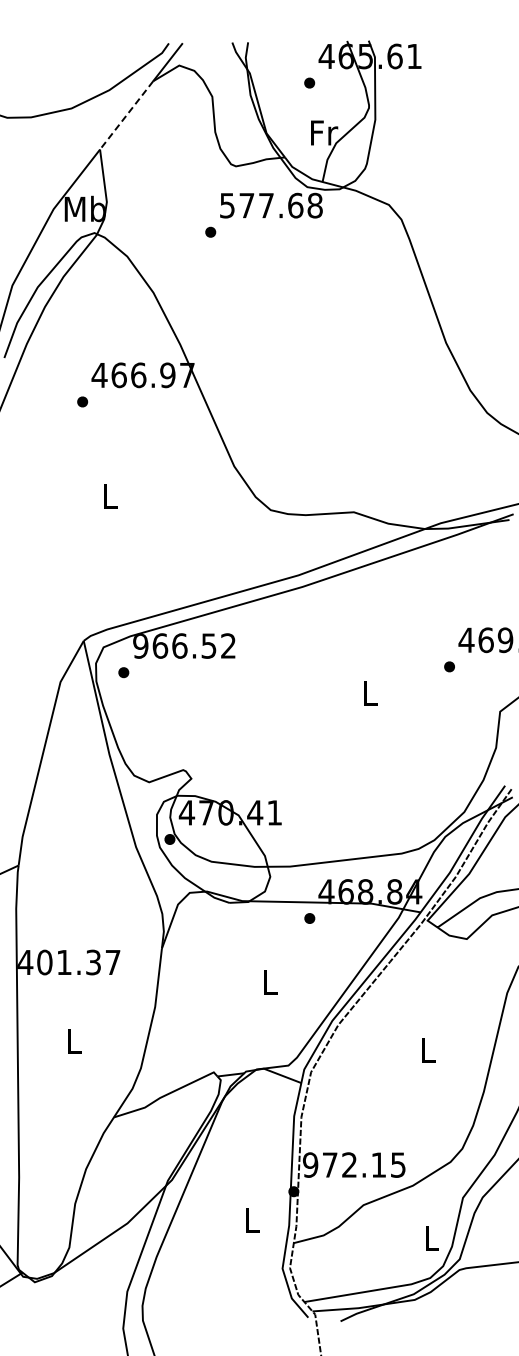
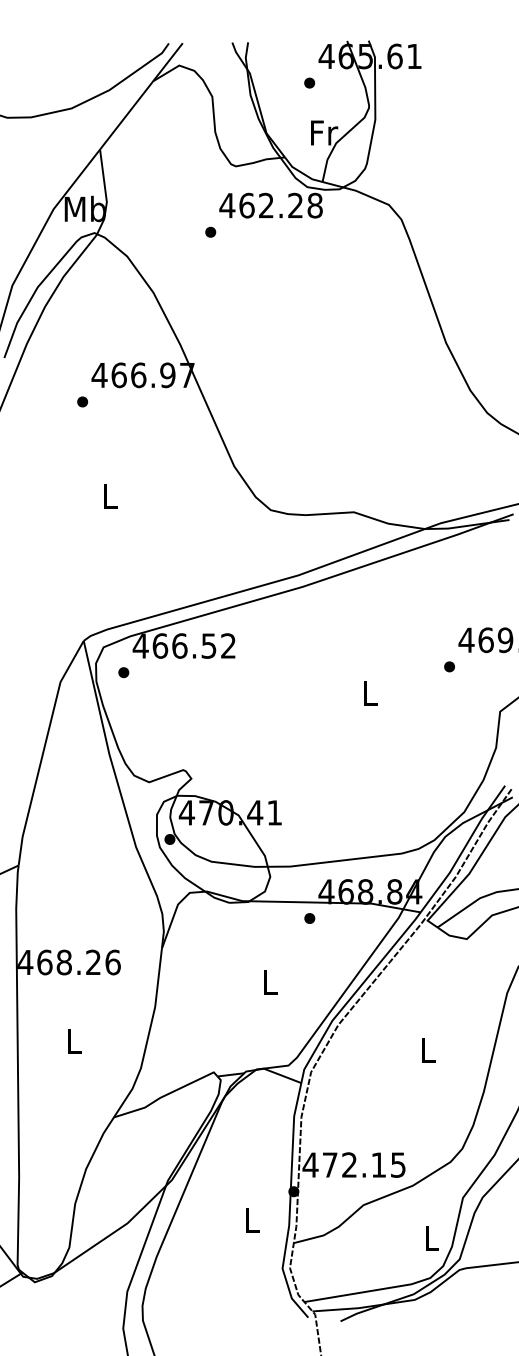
line at (126, 115): dashed -> solid
text at (261, 205): 577.68 -> 462.28
text at (140, 645): 966.52 -> 466.52
text at (78, 962): 401.37 -> 468.26
text at (310, 1164): 972.15 -> 472.15
